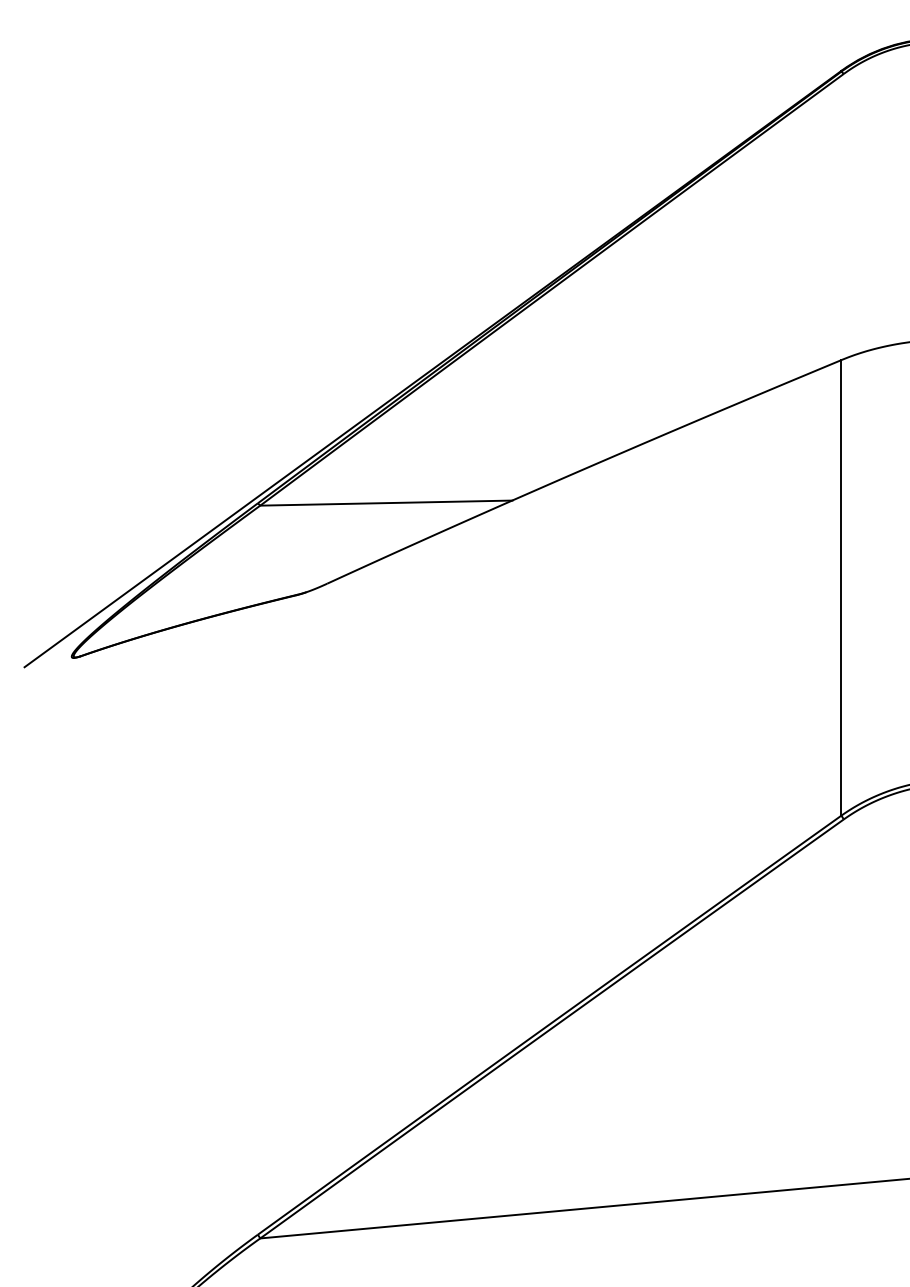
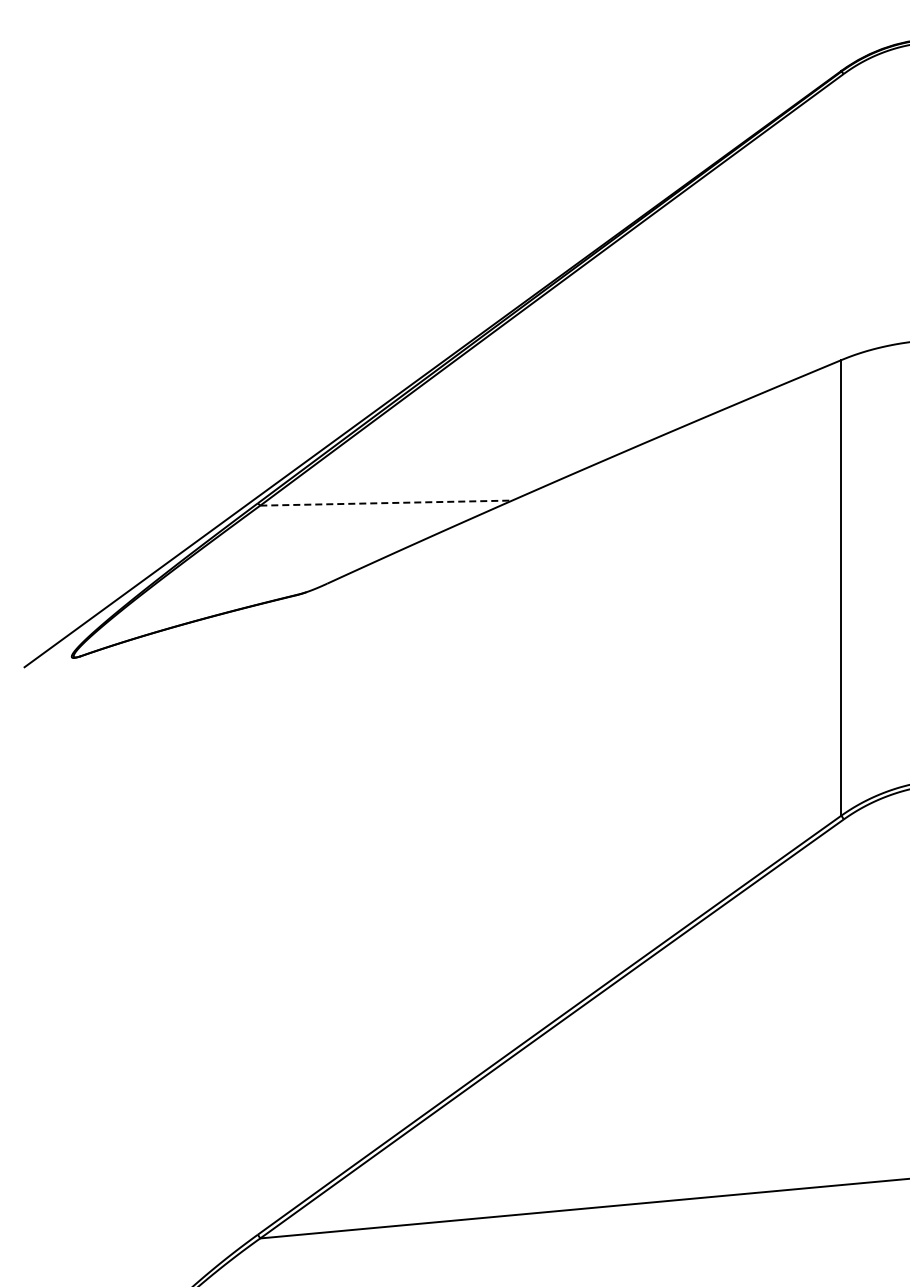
line at (386, 503): solid -> dashed
